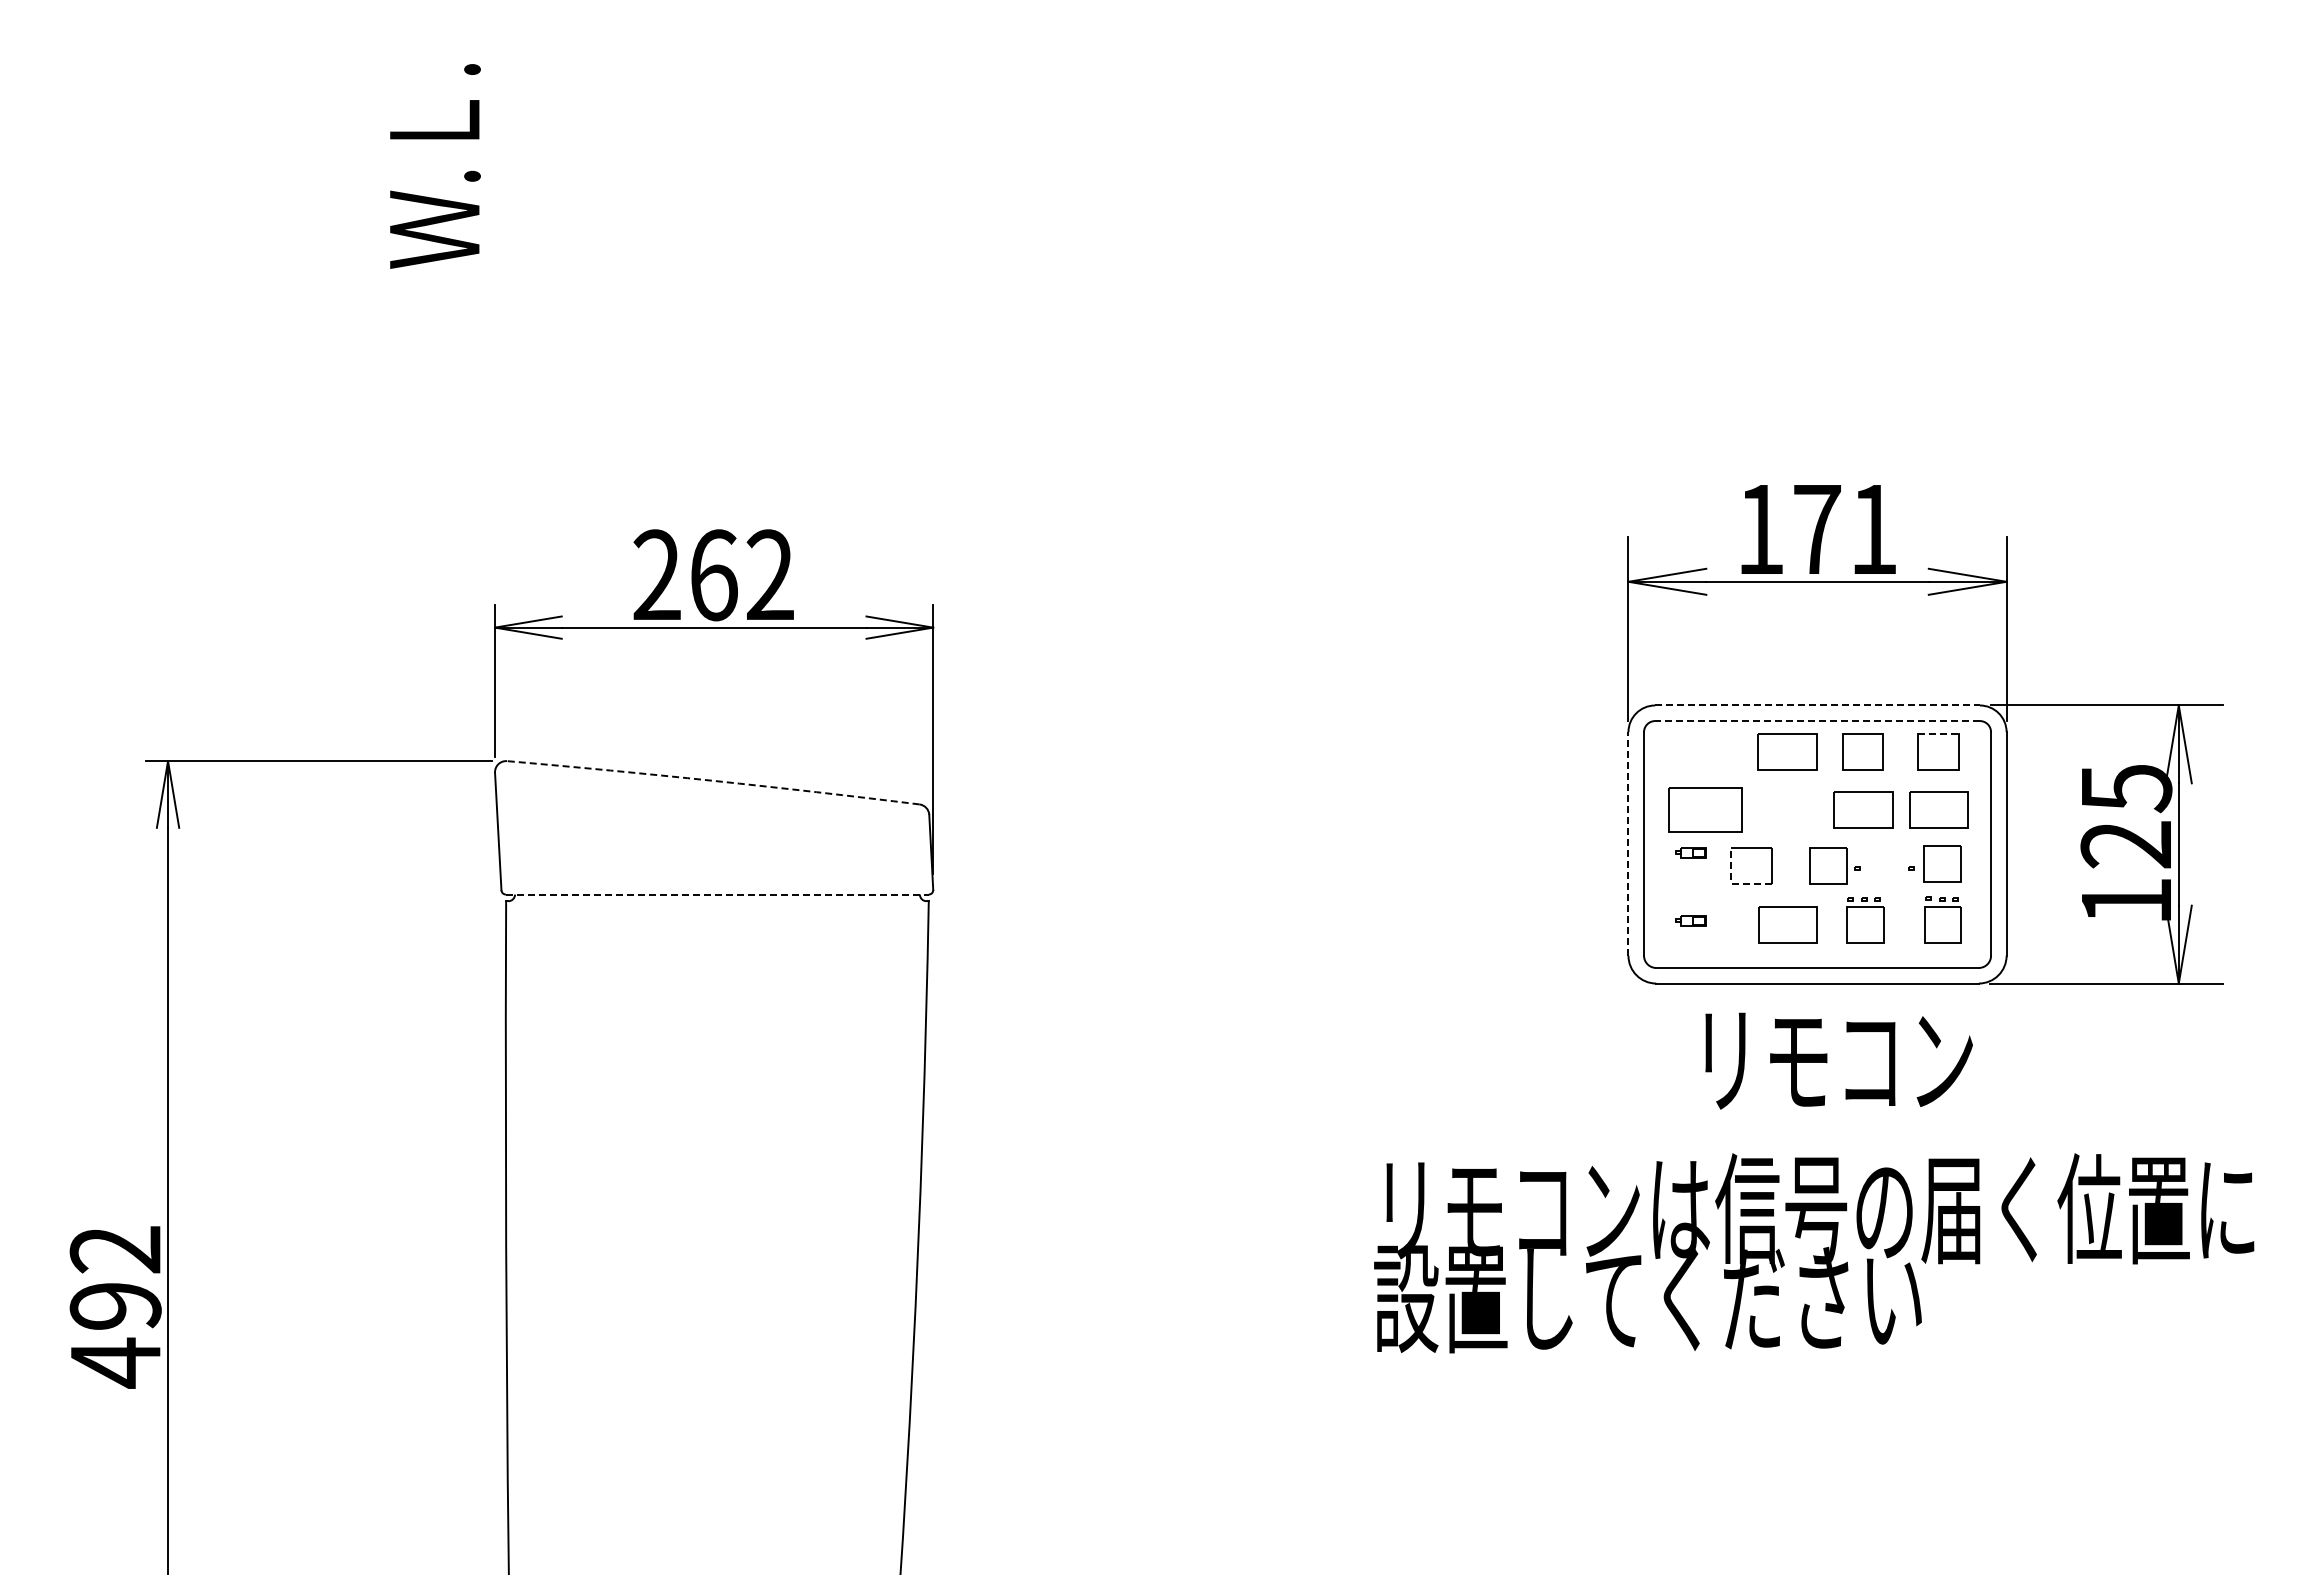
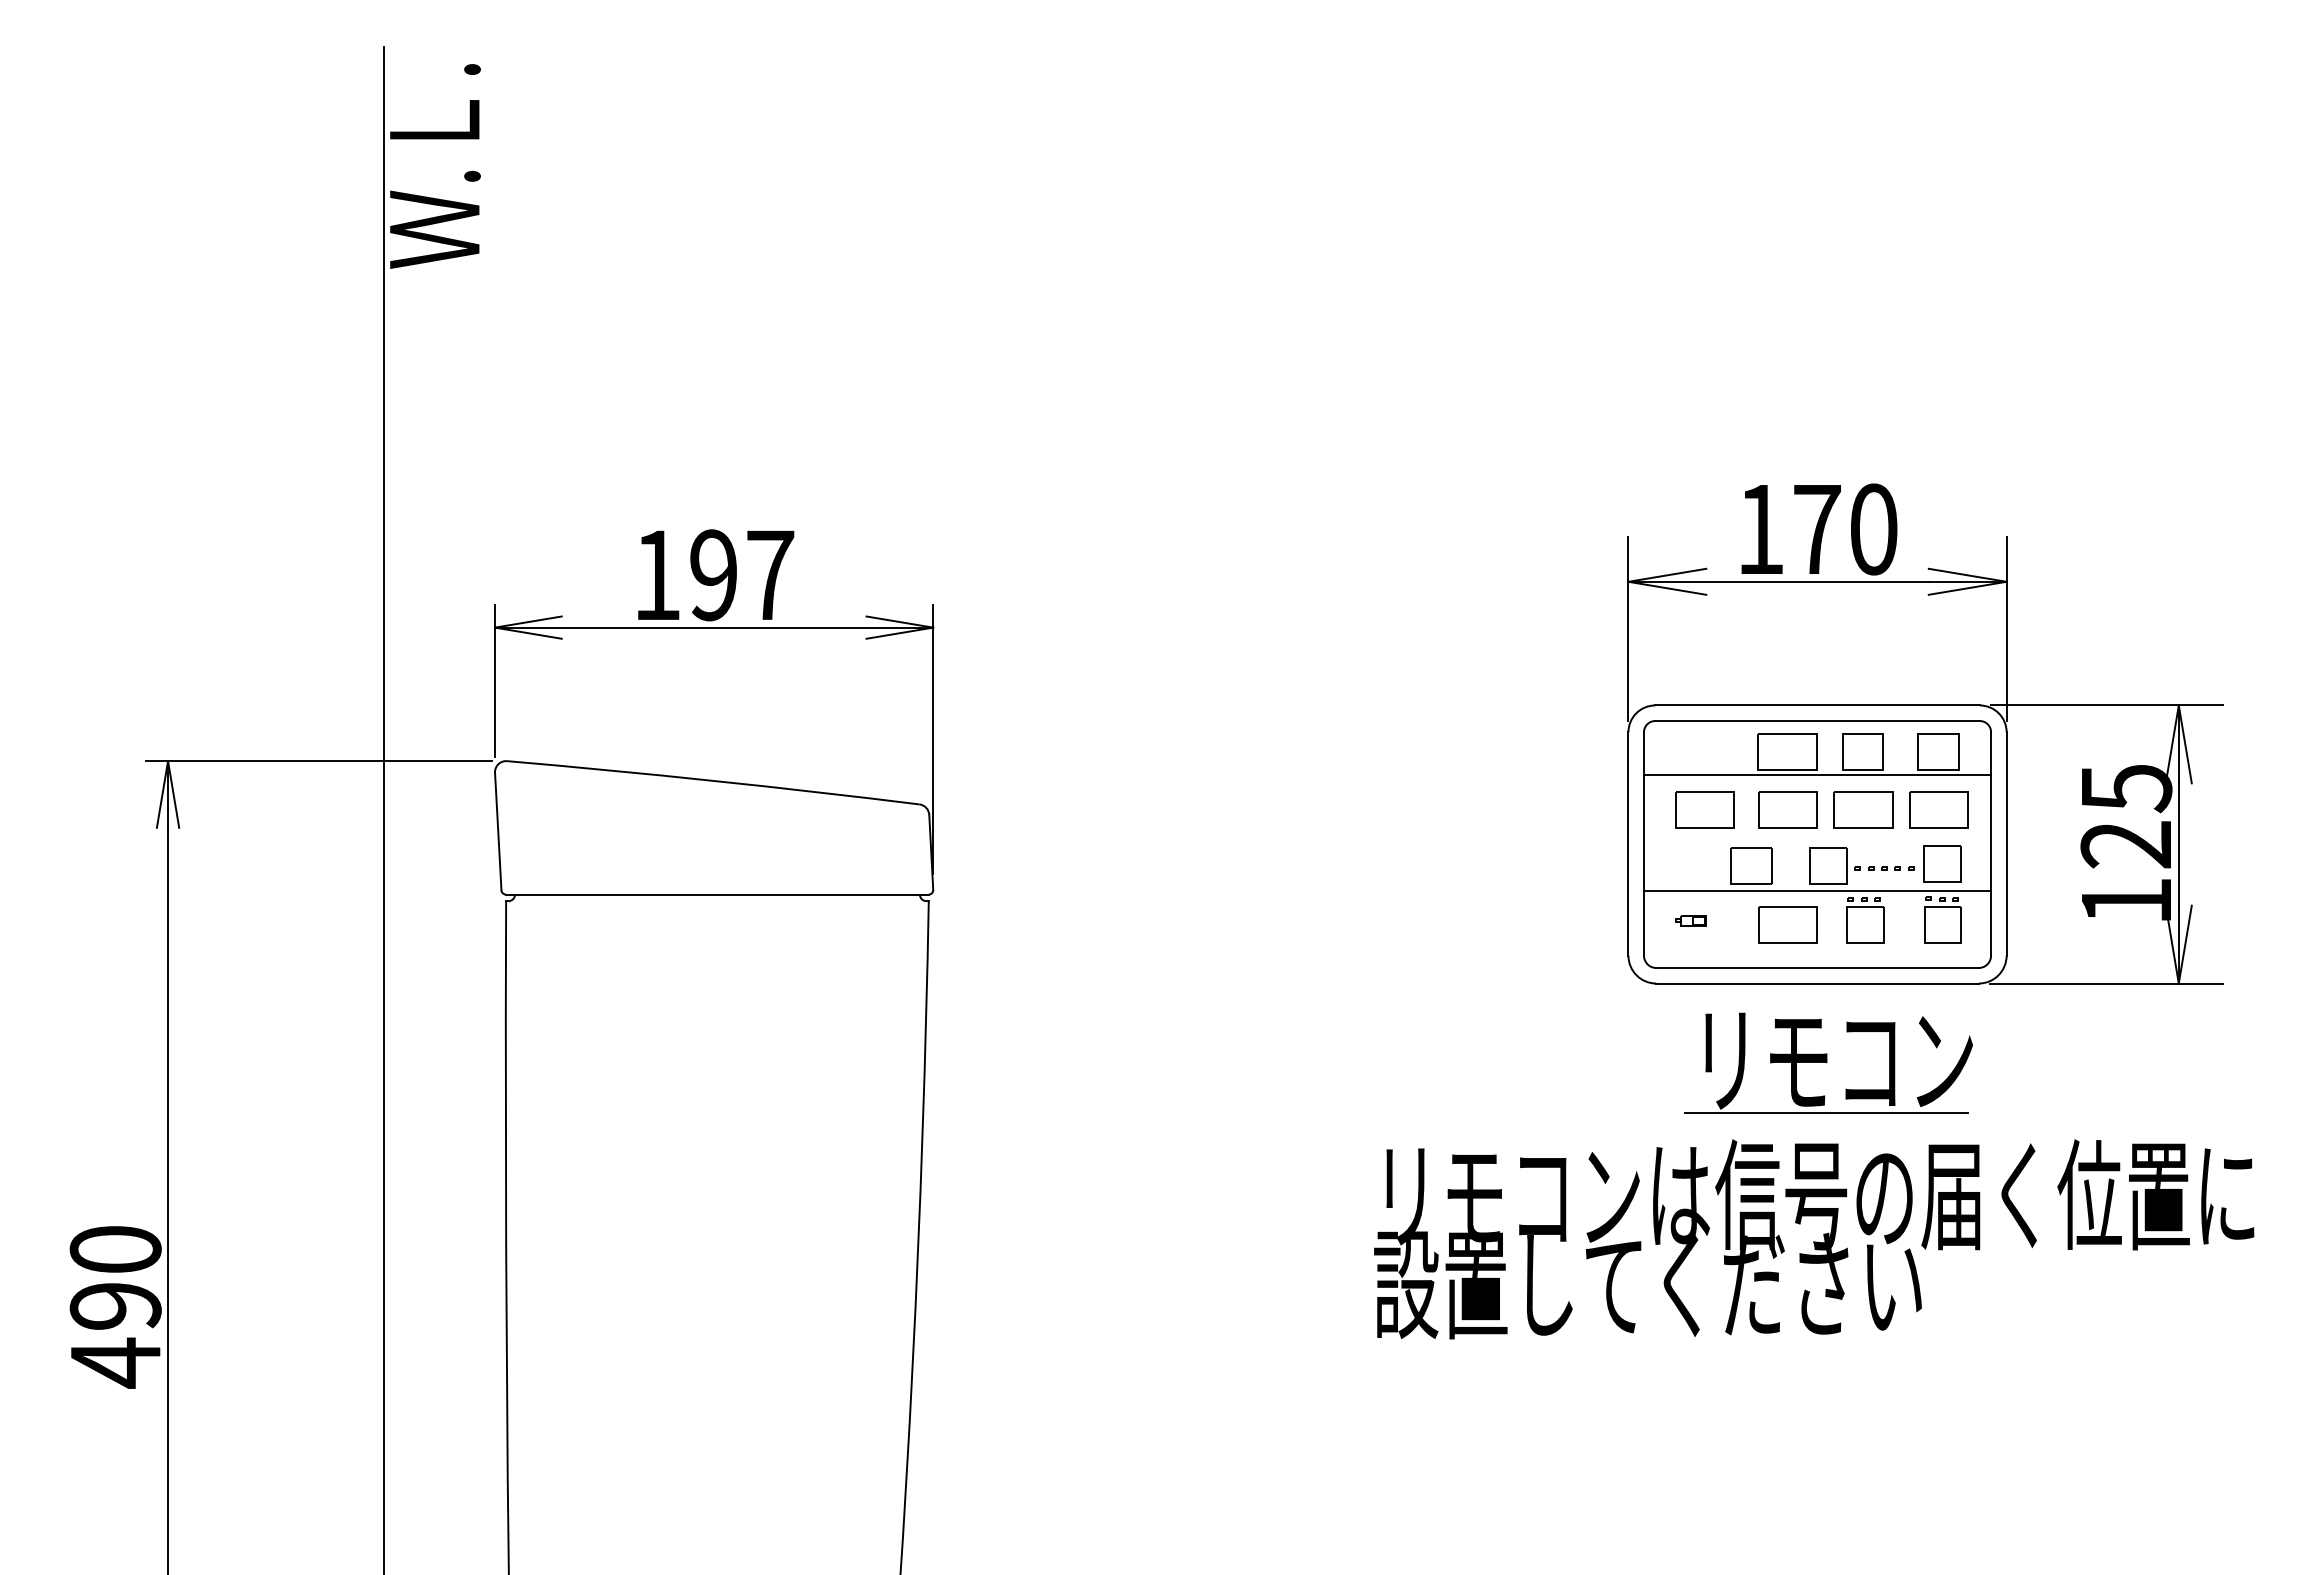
text at (1874, 529): 171 -> 170
text at (713, 575): 262 -> 197
line at (1818, 705): dashed -> solid
line at (1817, 721): dashed -> solid
line at (1938, 734): dashed -> solid
line at (1817, 774): none -> present
arc at (713, 780): dashed -> solid
line at (383, 809): none -> present
part at (1705, 809) size: 75x46 px -> 60x38 px
part at (1787, 809): none -> present
line at (1628, 843): dashed -> solid
part at (1690, 852): present -> none
part at (1884, 868): none -> present
line at (1732, 883): dashed -> solid
line at (1817, 891): none -> present
line at (717, 894): dashed -> solid
line at (1826, 1112): none -> present
text at (115, 1249): 492 -> 490
text at (1814, 1253) position: (1814, 1253) -> (1814, 1239)
